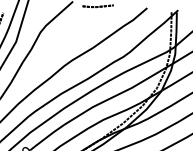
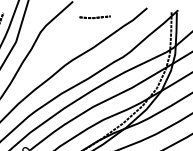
part at (97, 6) position: (97, 6) -> (94, 17)
